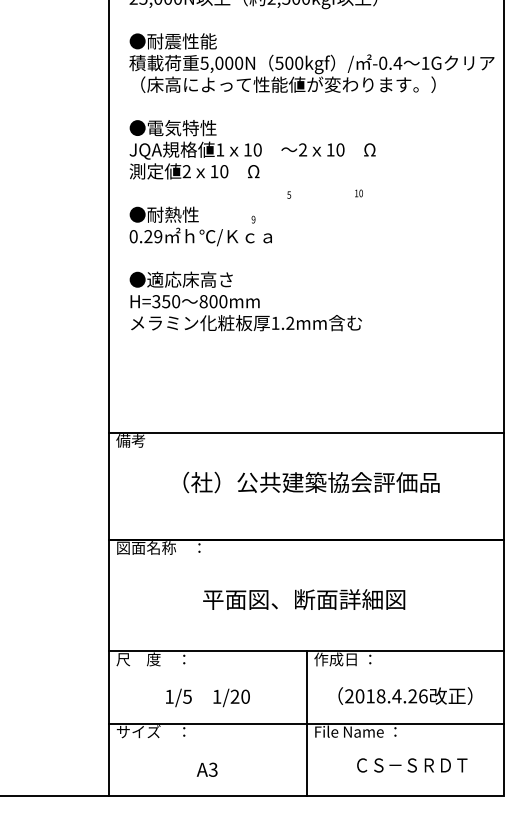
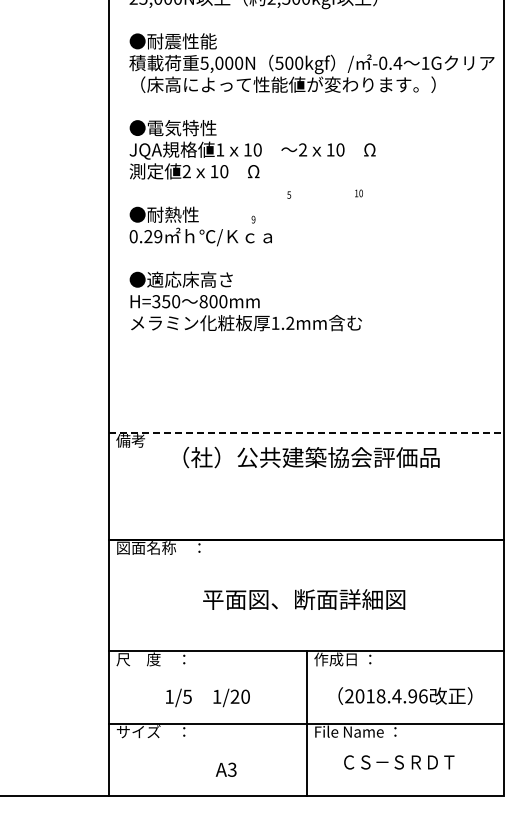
line at (306, 432): solid -> dashed
text at (311, 482) position: (311, 482) -> (311, 457)
text at (412, 696): 2018.4.26 -> 2018.4.96
text at (412, 765) position: (412, 765) -> (399, 762)
text at (206, 769) position: (206, 769) -> (225, 769)
